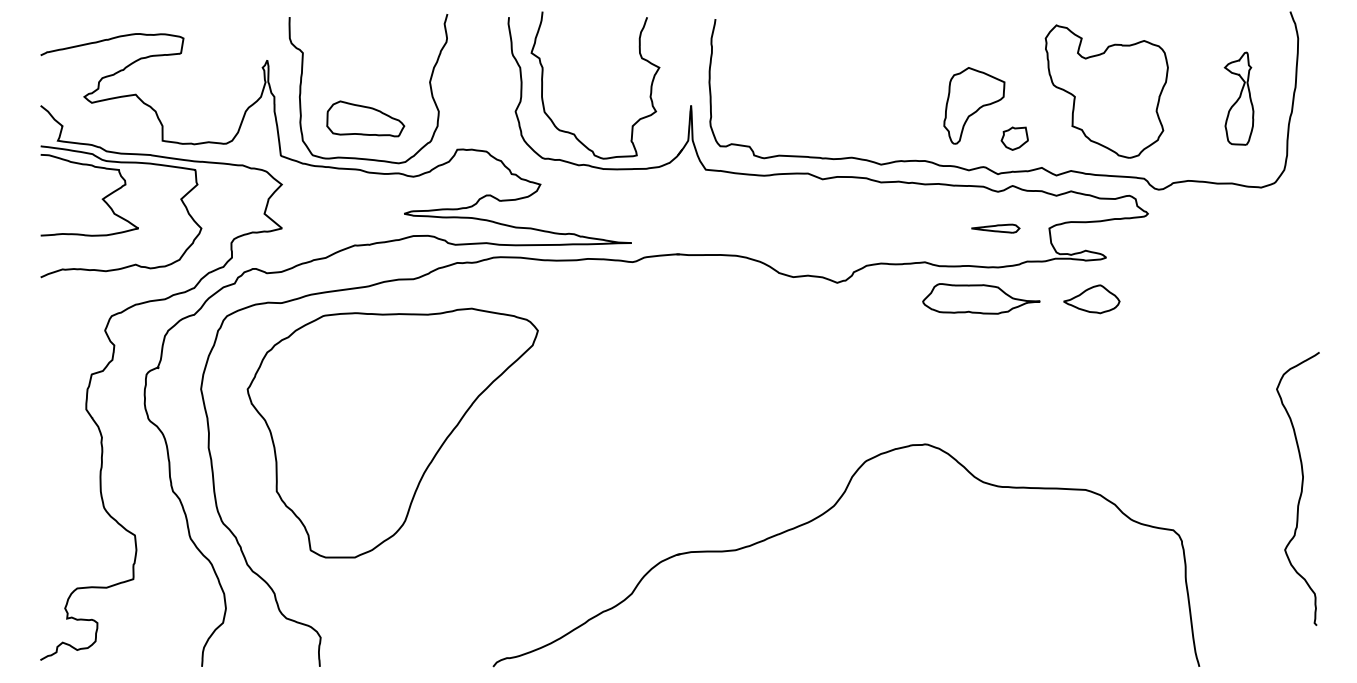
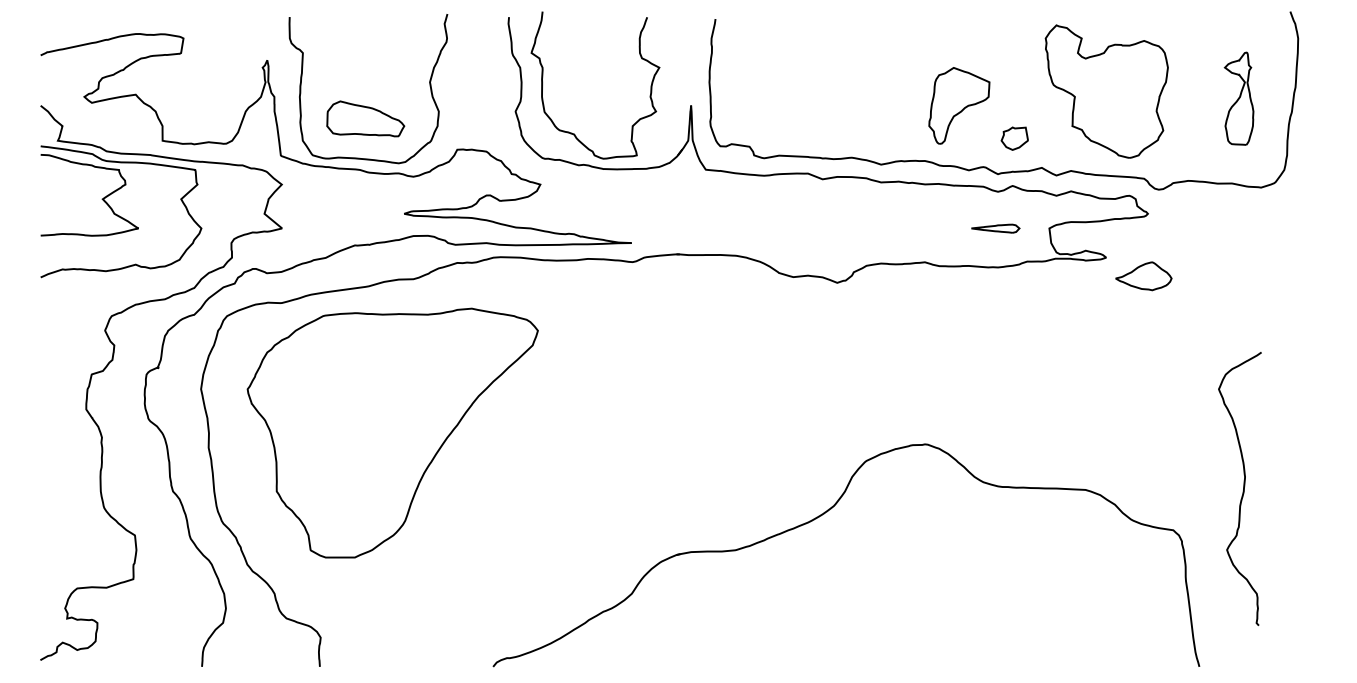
part at (974, 105) position: (974, 105) -> (959, 105)
part at (981, 298): present -> none
part at (1091, 299) position: (1091, 299) -> (1143, 276)
curve at (1301, 488) position: (1301, 488) -> (1243, 488)
